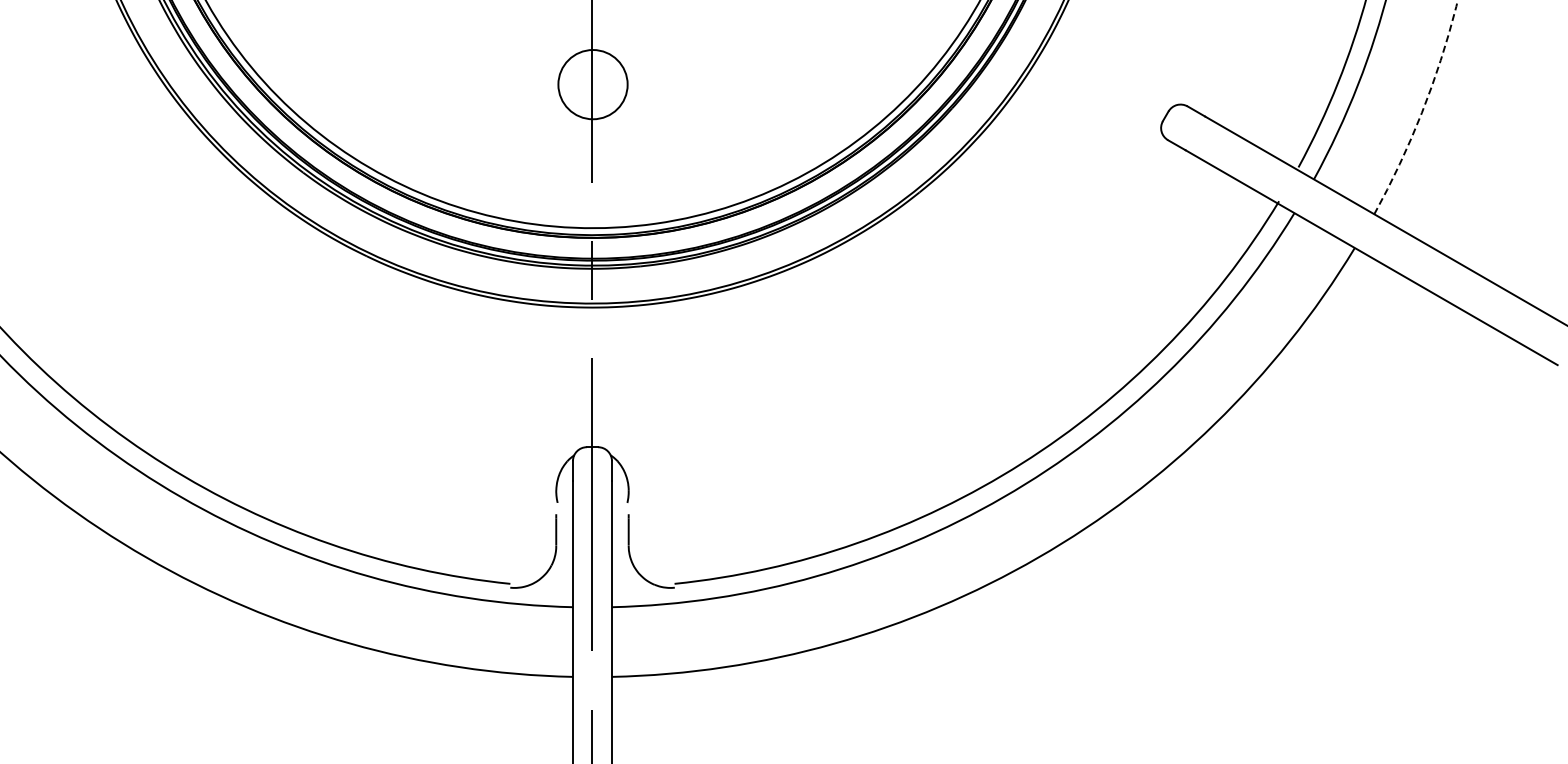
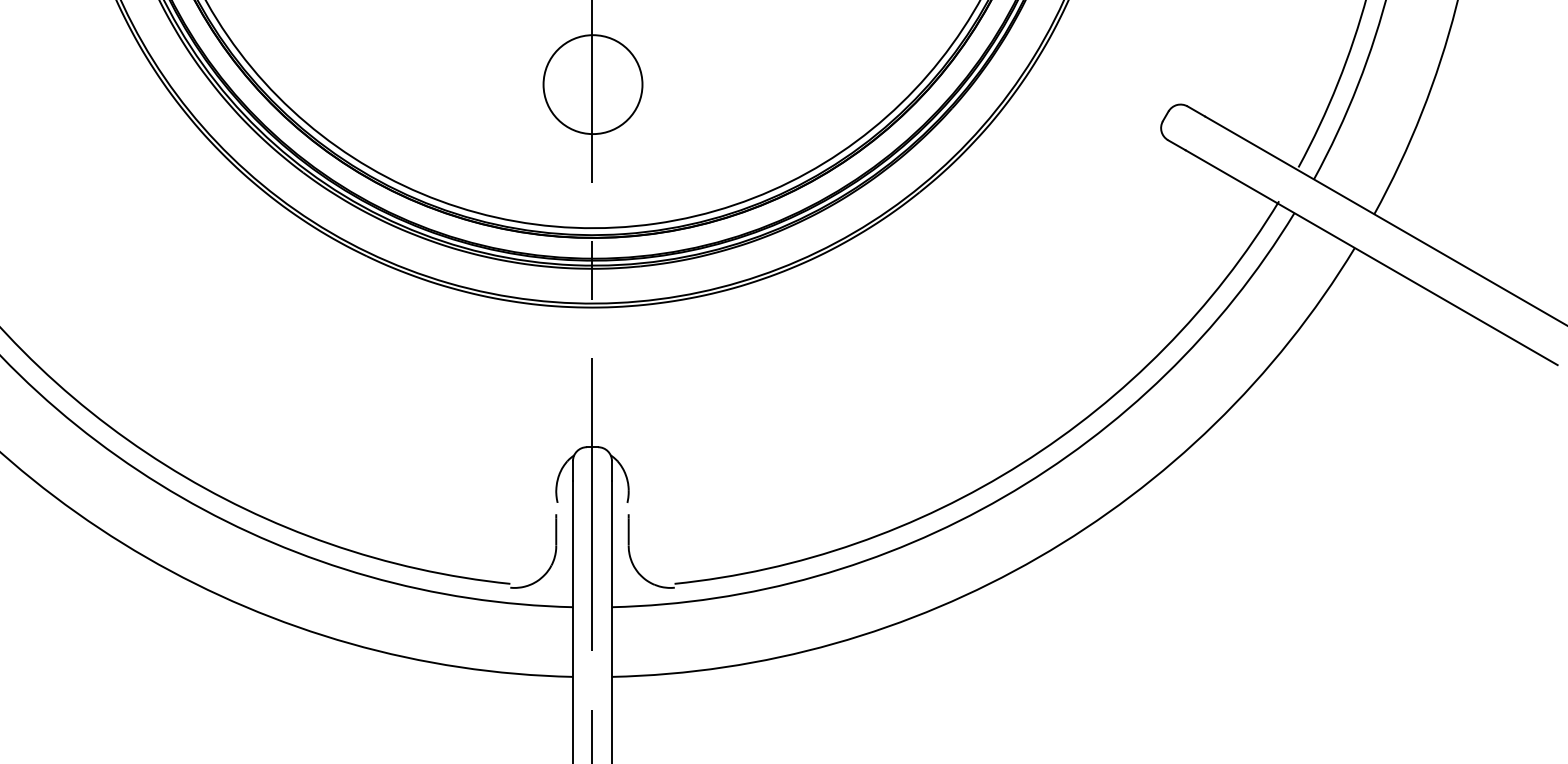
circle at (592, 84) diameter: 69 px -> 99 px
arc at (1422, 111): dashed -> solid
